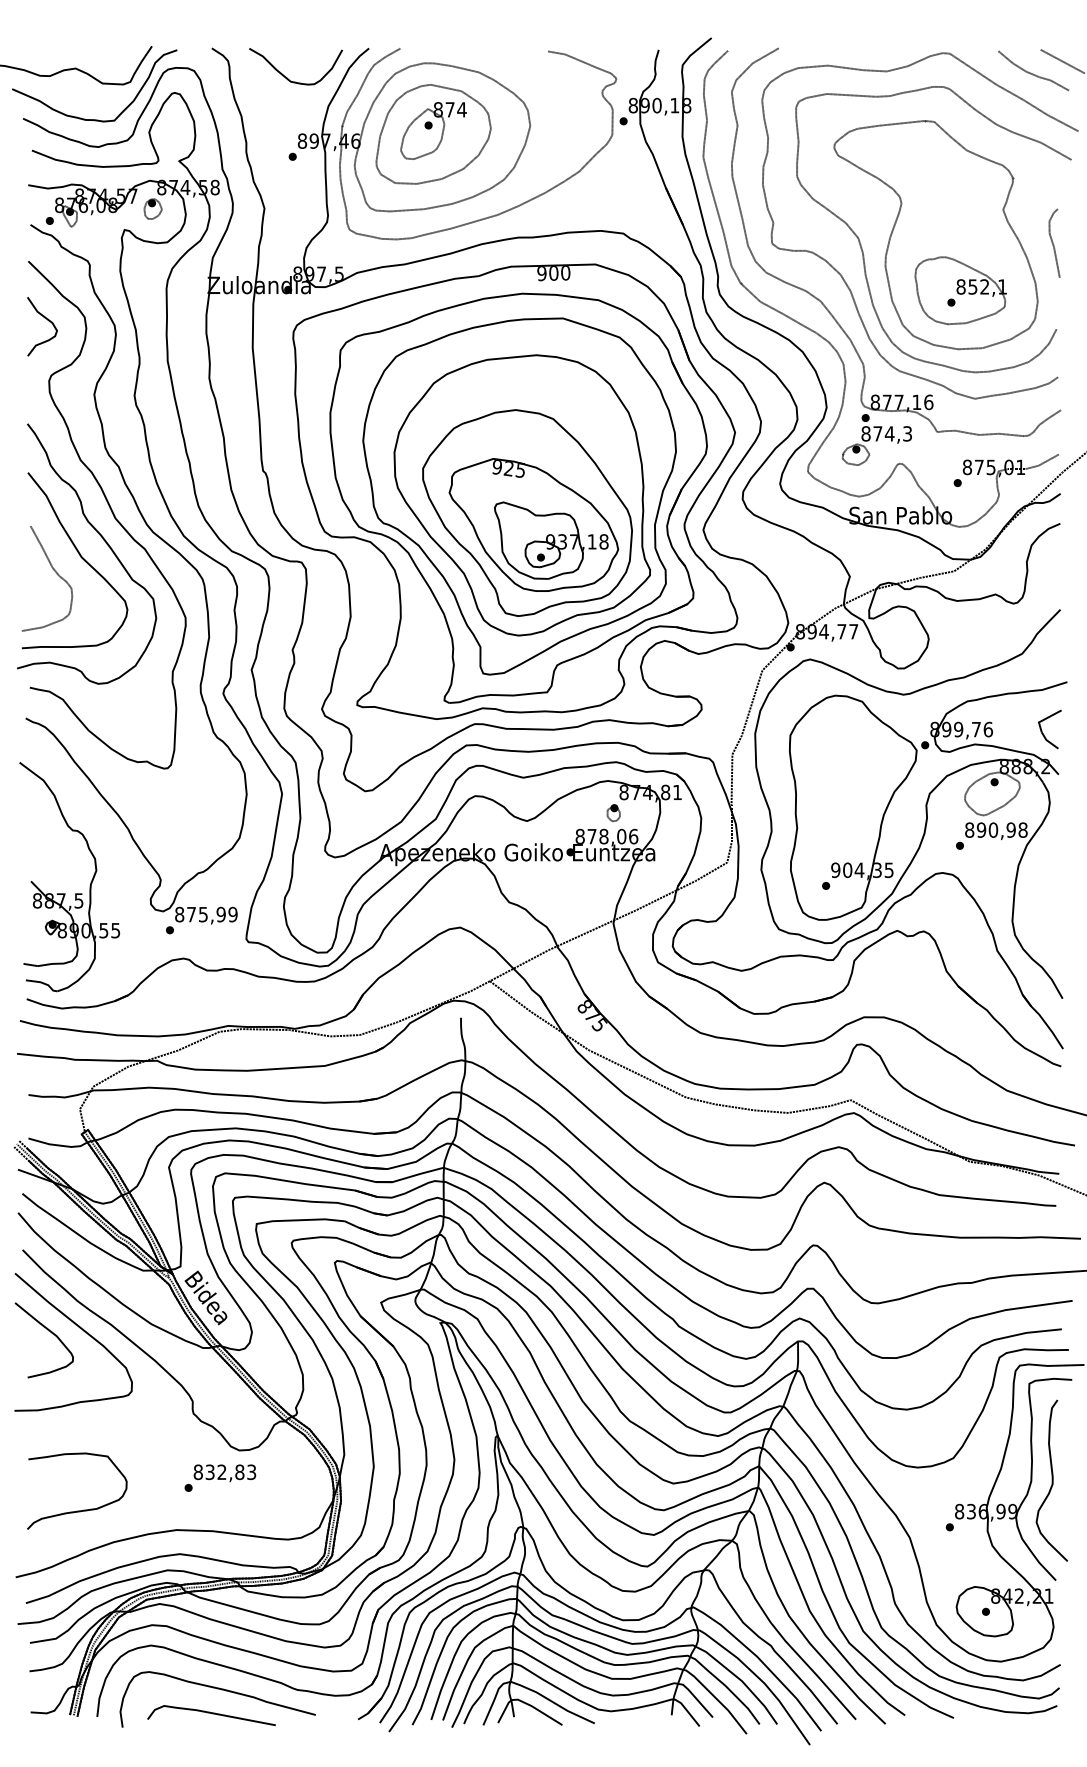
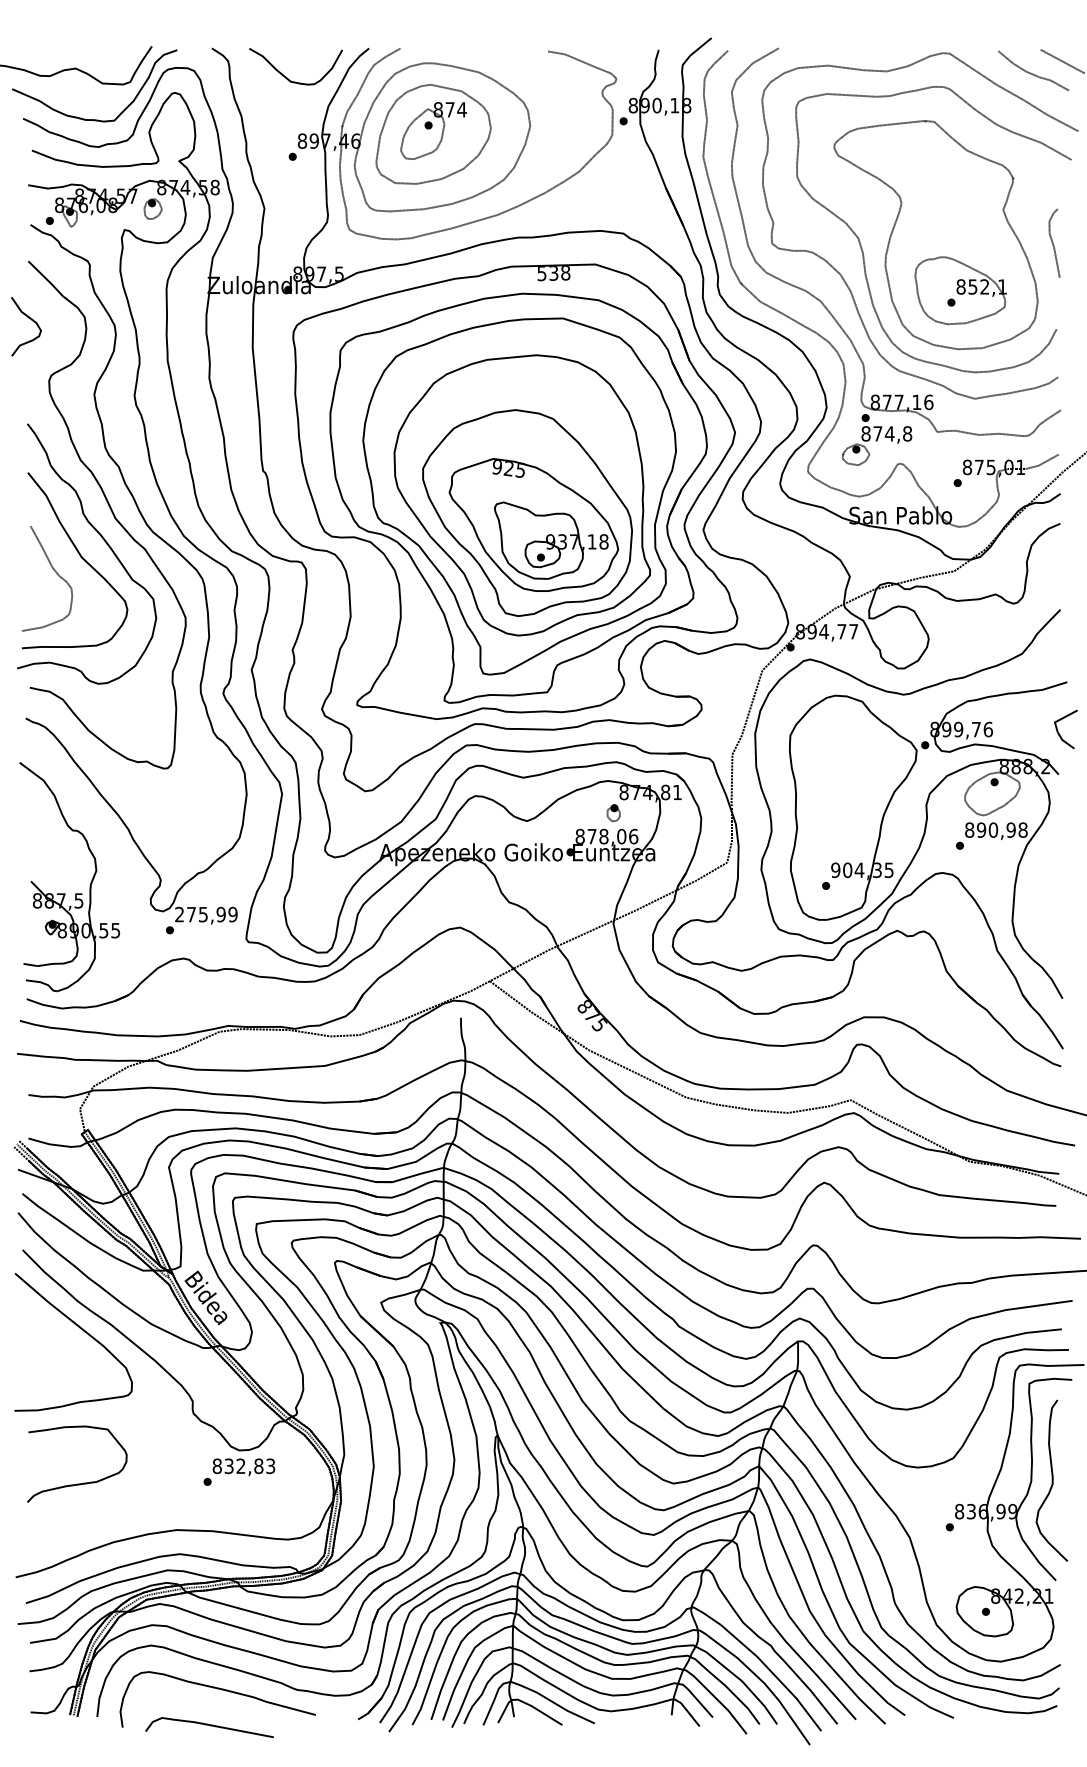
text at (553, 273): 900 -> 538
curve at (47, 320) position: (47, 320) -> (31, 320)
text at (907, 433): 874,3 -> 874,8
part at (1042, 730) position: (1042, 730) -> (1058, 730)
text at (179, 914): 875,99 -> 275,99
curve at (50, 1332): present -> none
text at (220, 1477) position: (220, 1477) -> (239, 1471)
curve at (83, 1509) position: (83, 1509) -> (83, 1482)
part at (211, 1715) position: (211, 1715) -> (209, 1727)
